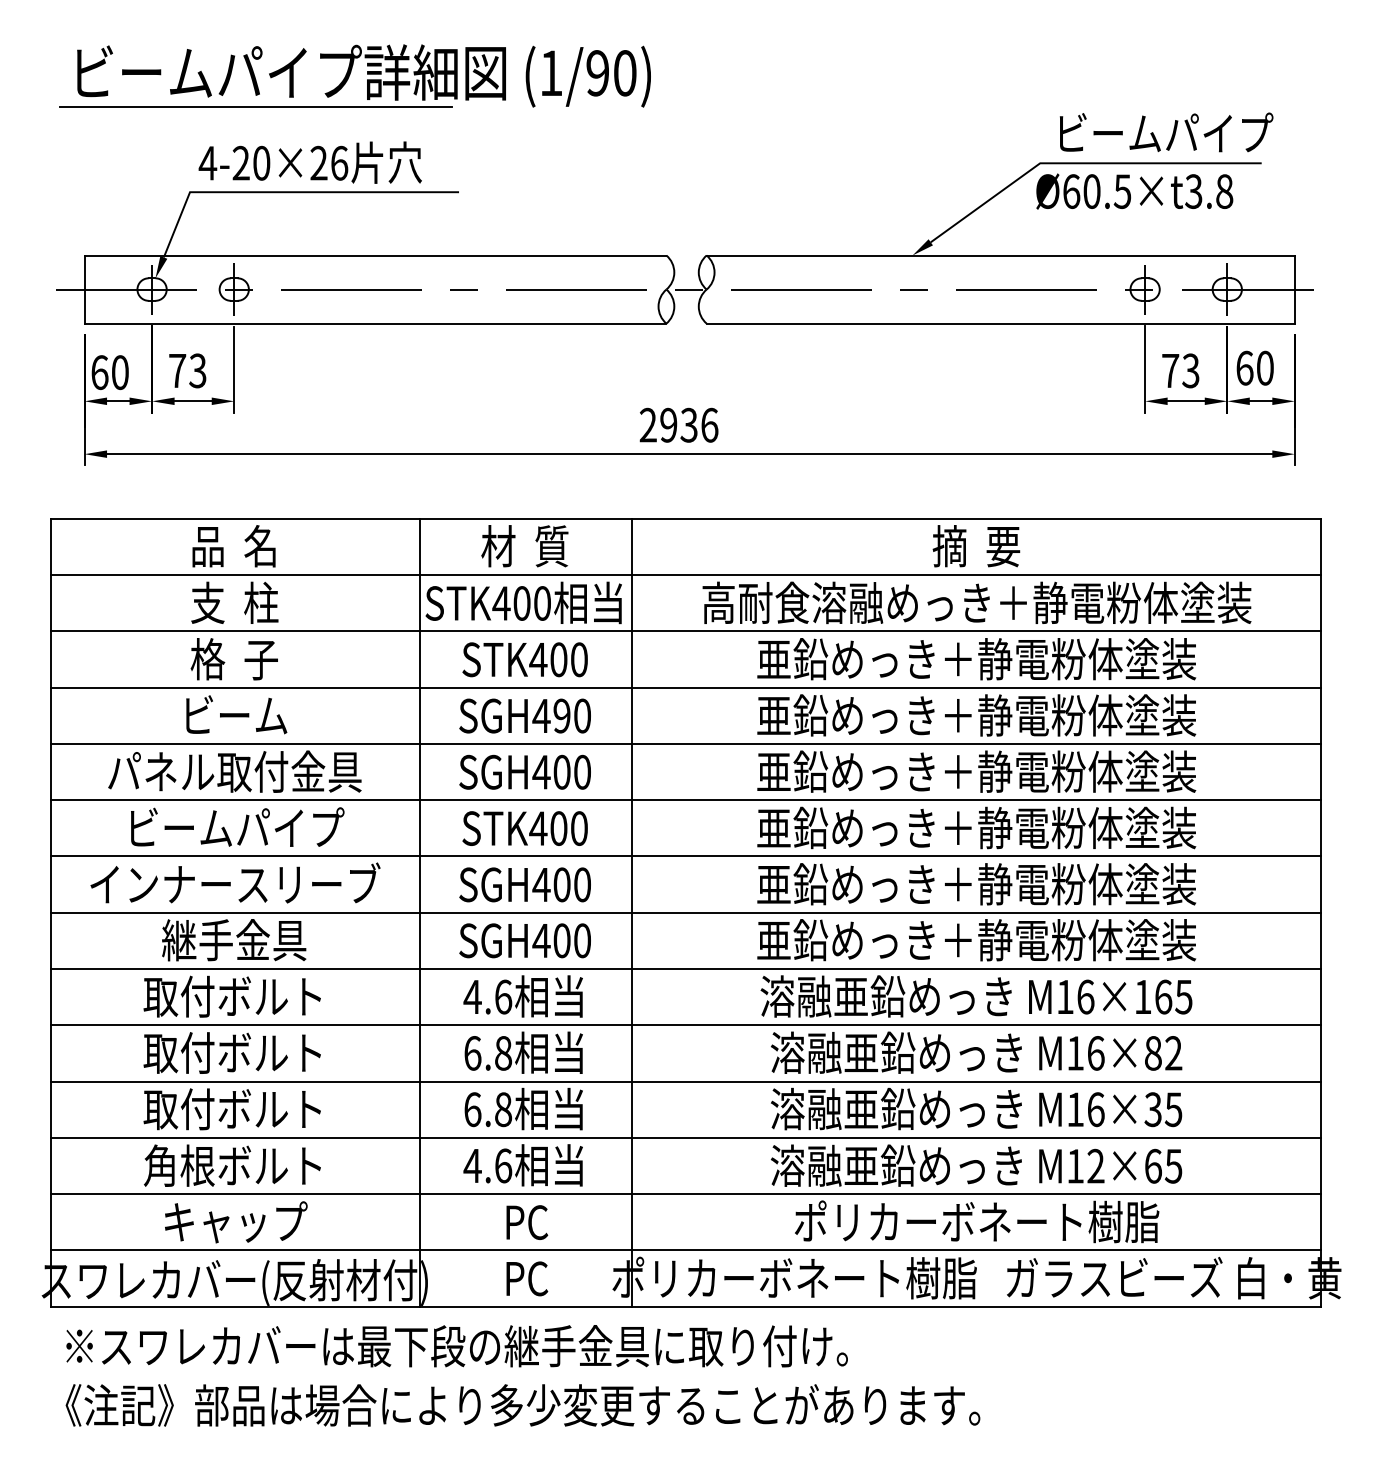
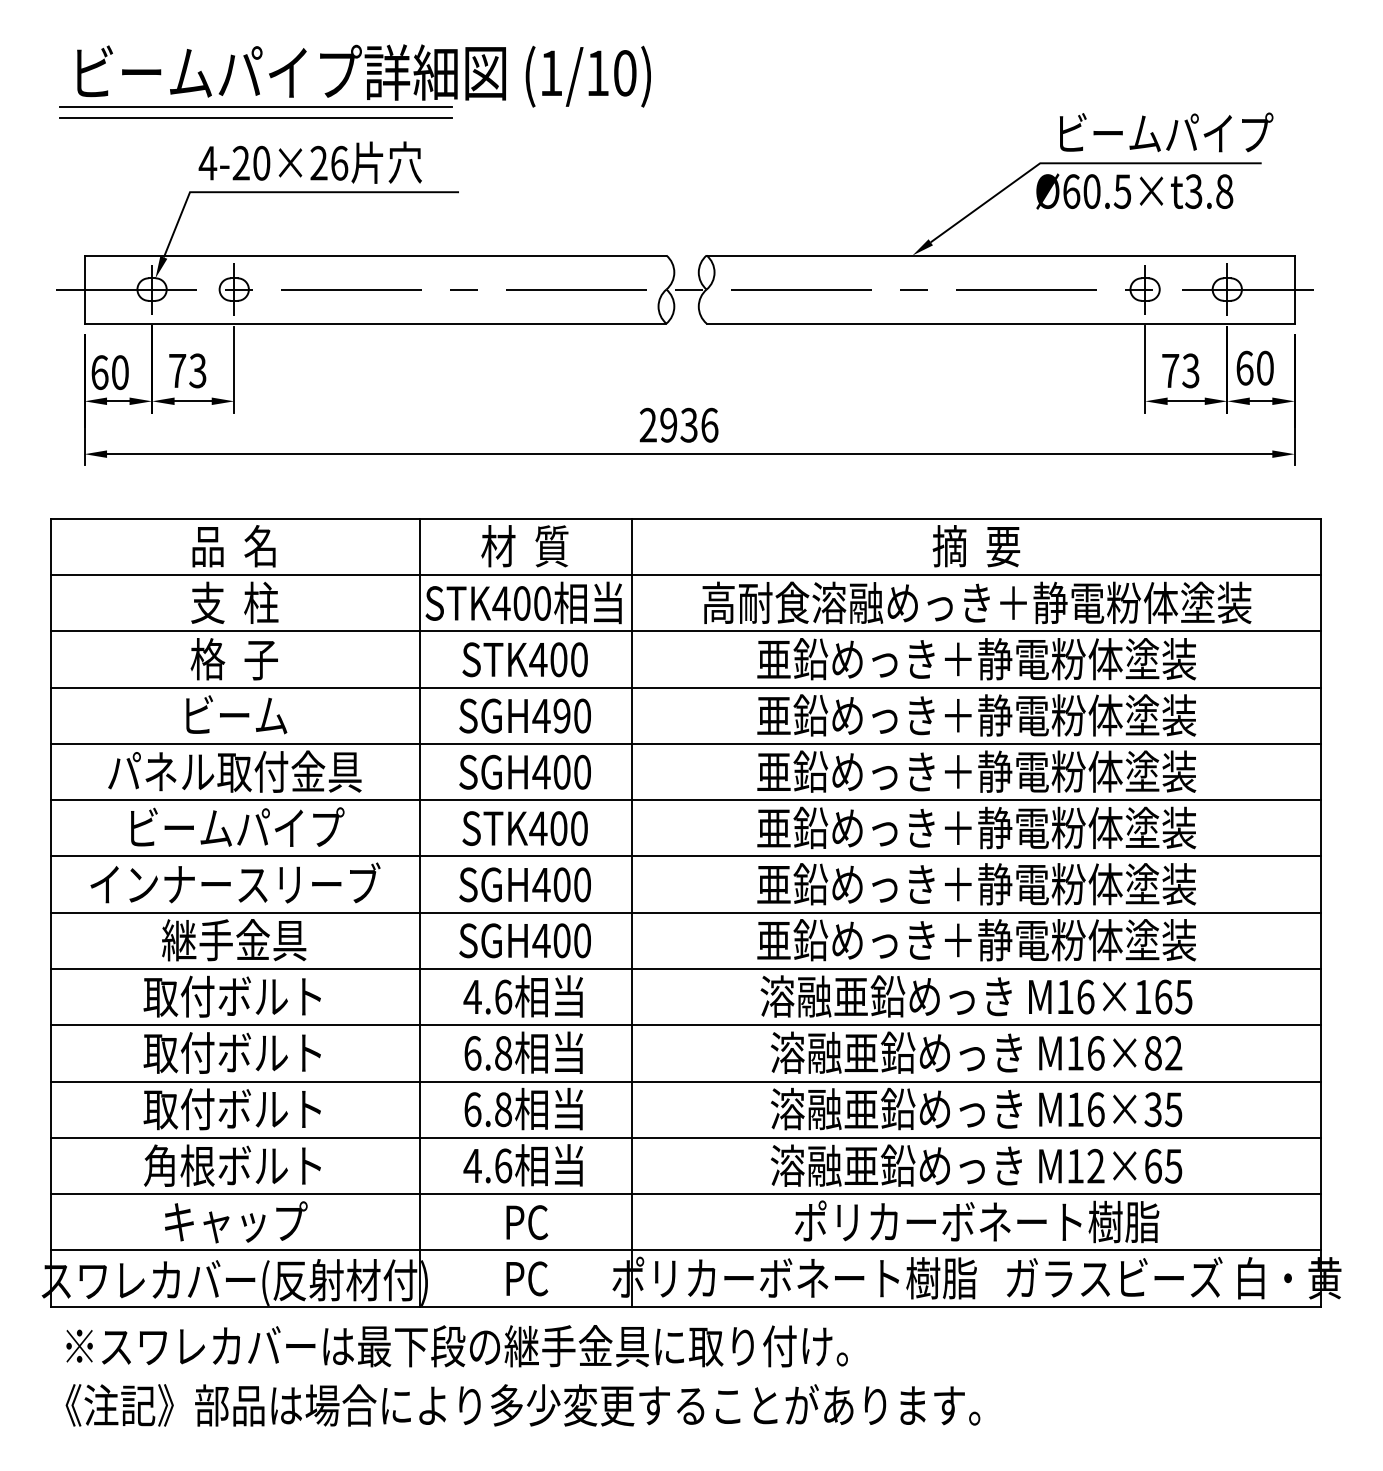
text at (597, 73): (1/90) -> (1/10)
line at (256, 118): none -> present
